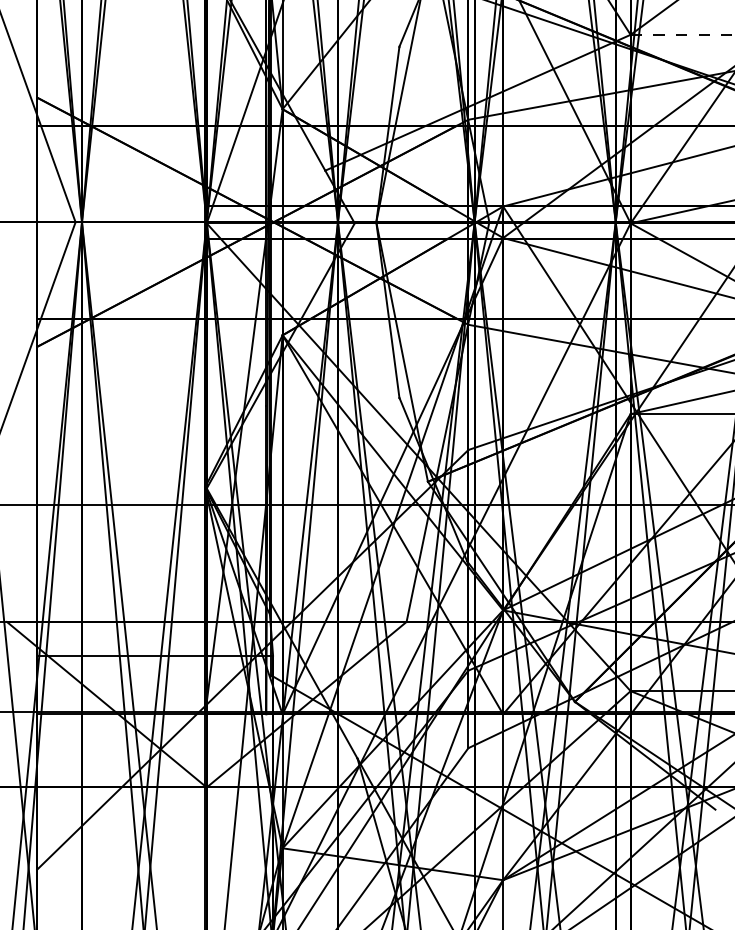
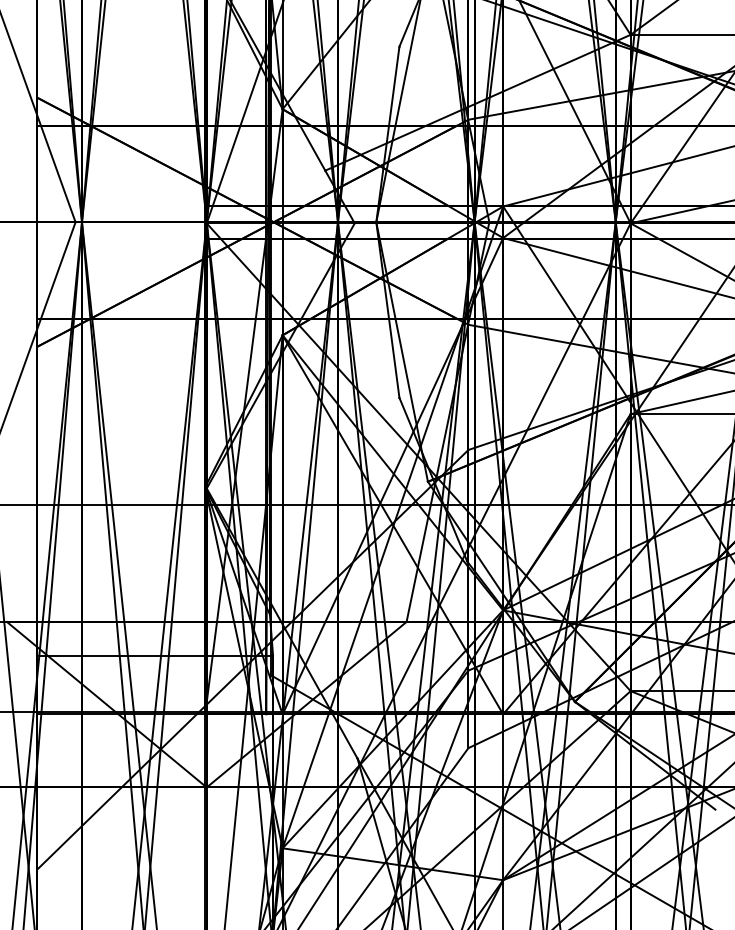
line at (682, 34): dashed -> solid
